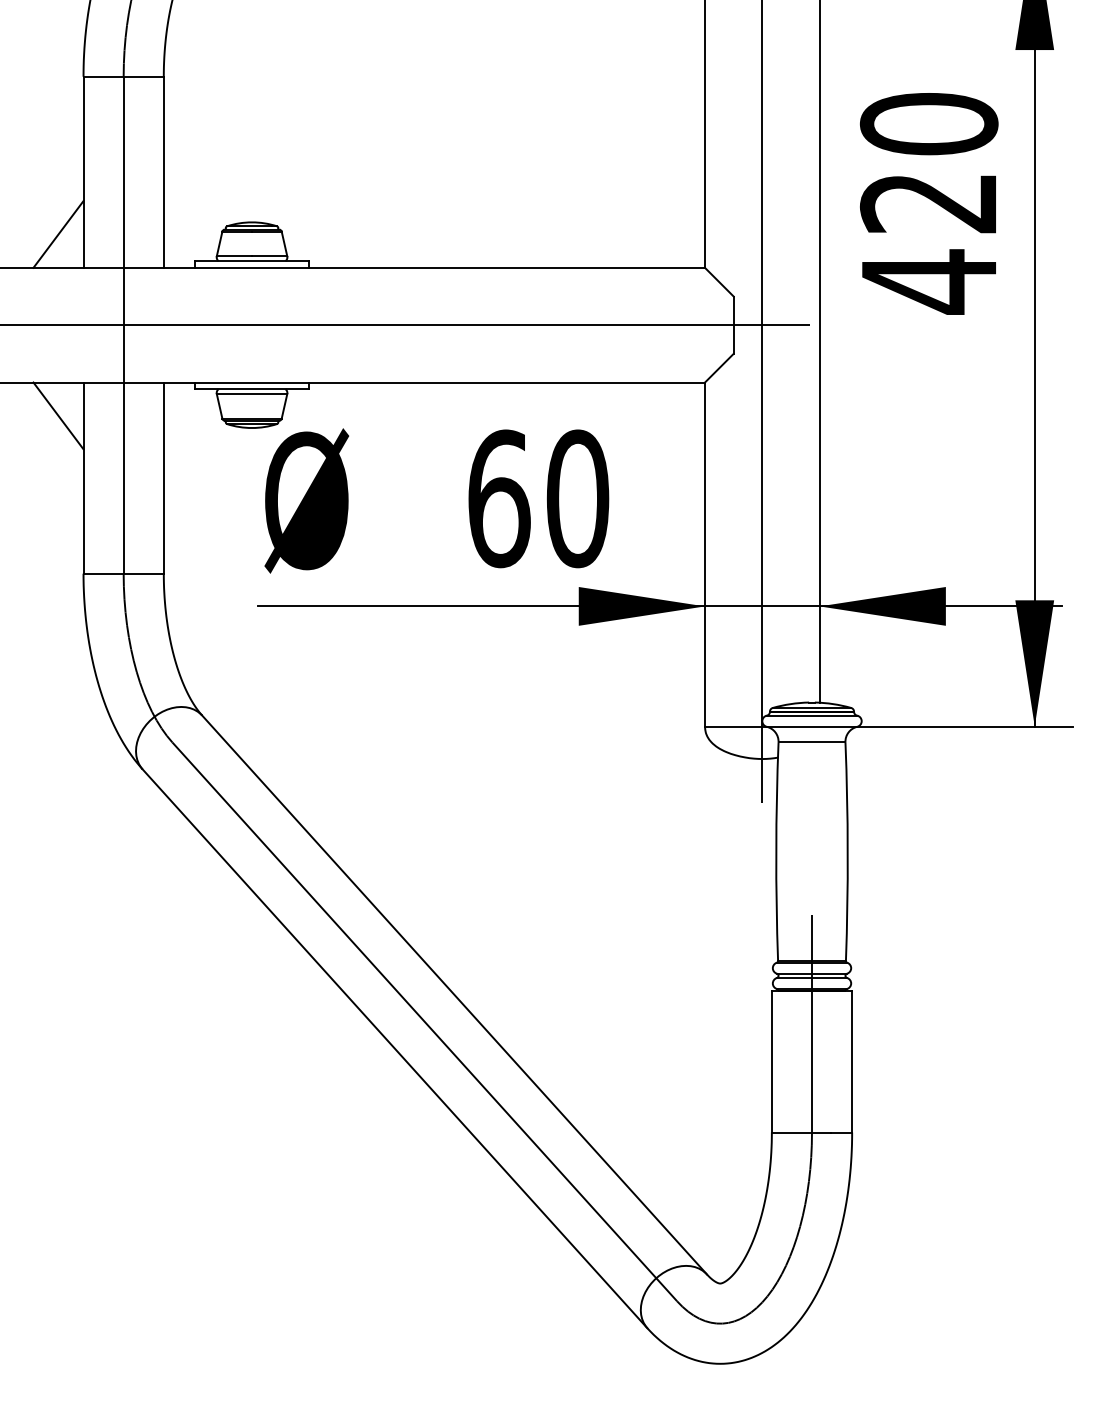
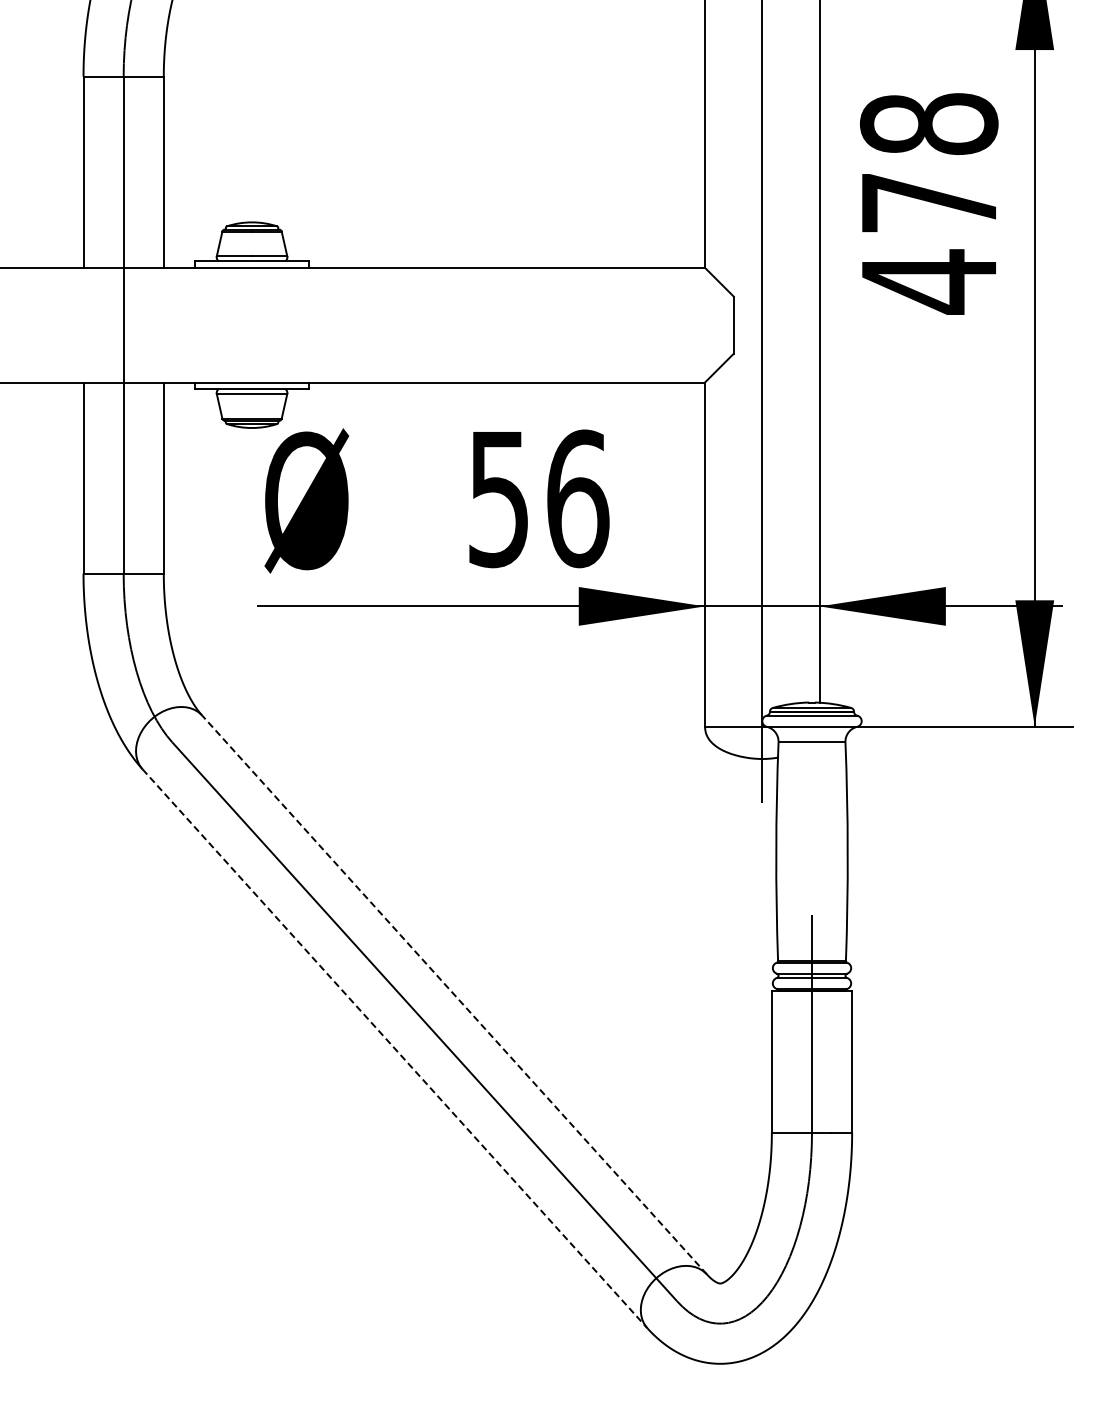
text at (928, 163): 420 -> 478
line at (58, 234): present -> none
line at (406, 325): present -> none
line at (58, 415): present -> none
text at (538, 498): 60 -> 56
line at (454, 994): solid -> dashed
line at (394, 1048): solid -> dashed
